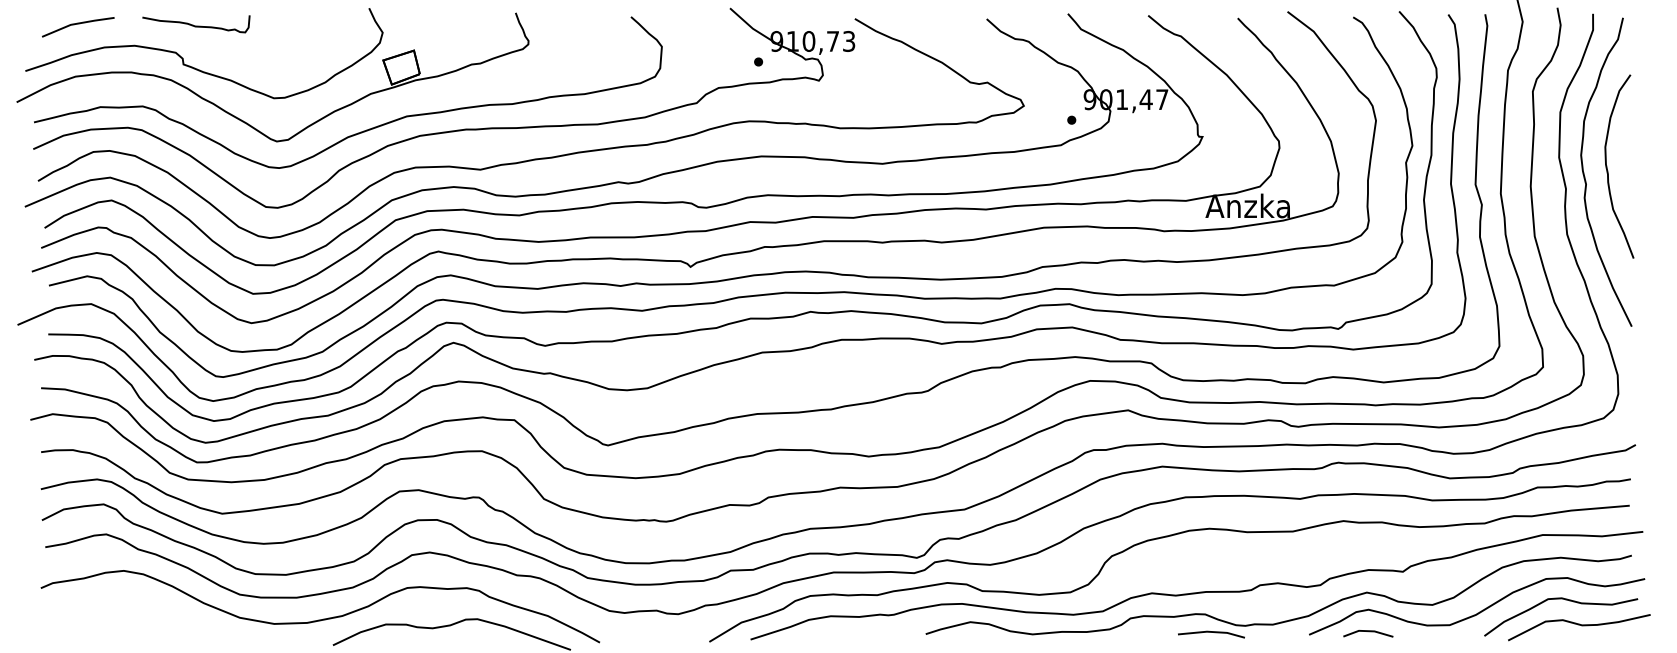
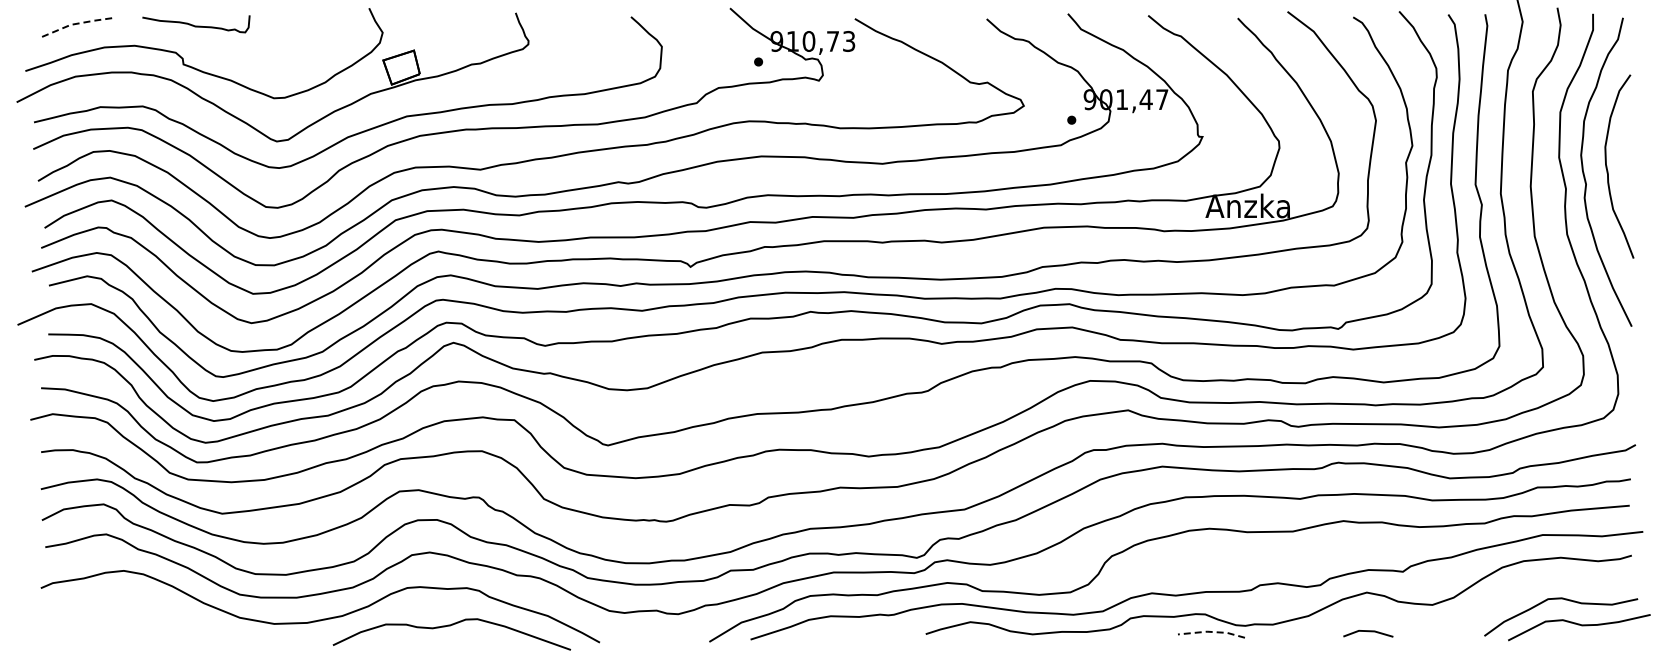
line at (77, 23): solid -> dashed
curve at (1479, 611): present -> none
line at (1211, 631): solid -> dashed
